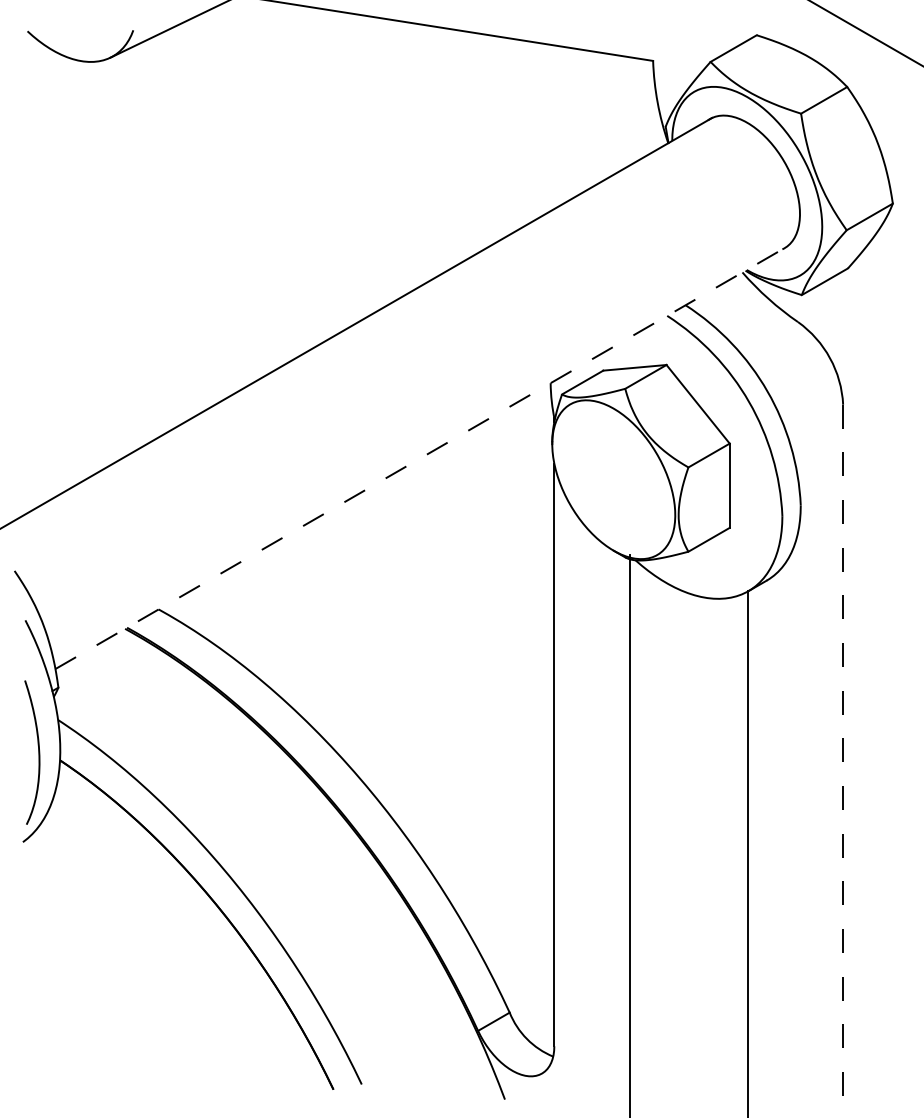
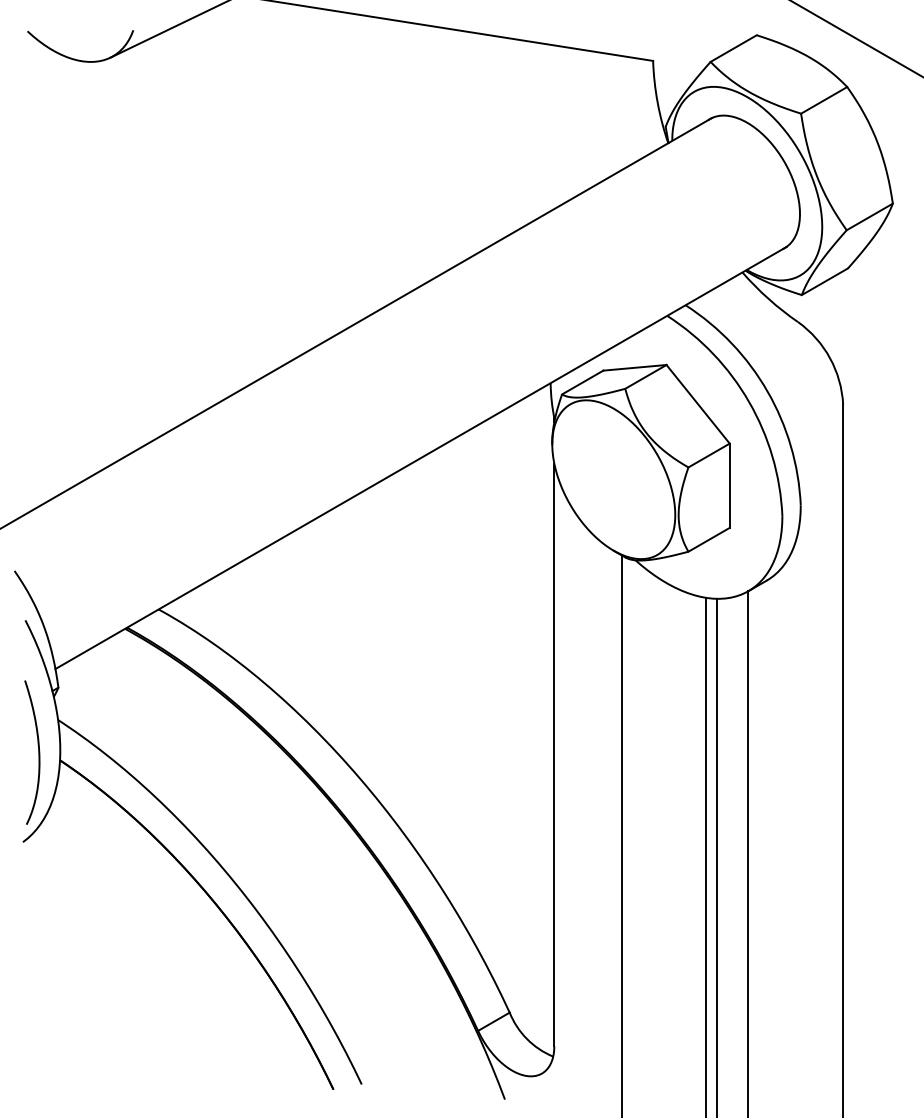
line at (866, 33) position: (866, 33) -> (856, 38)
line at (421, 457): dashed -> solid
line at (843, 761): dashed -> solid
line at (629, 834) position: (629, 834) -> (621, 834)
line at (705, 855): none -> present
line at (716, 856): none -> present
